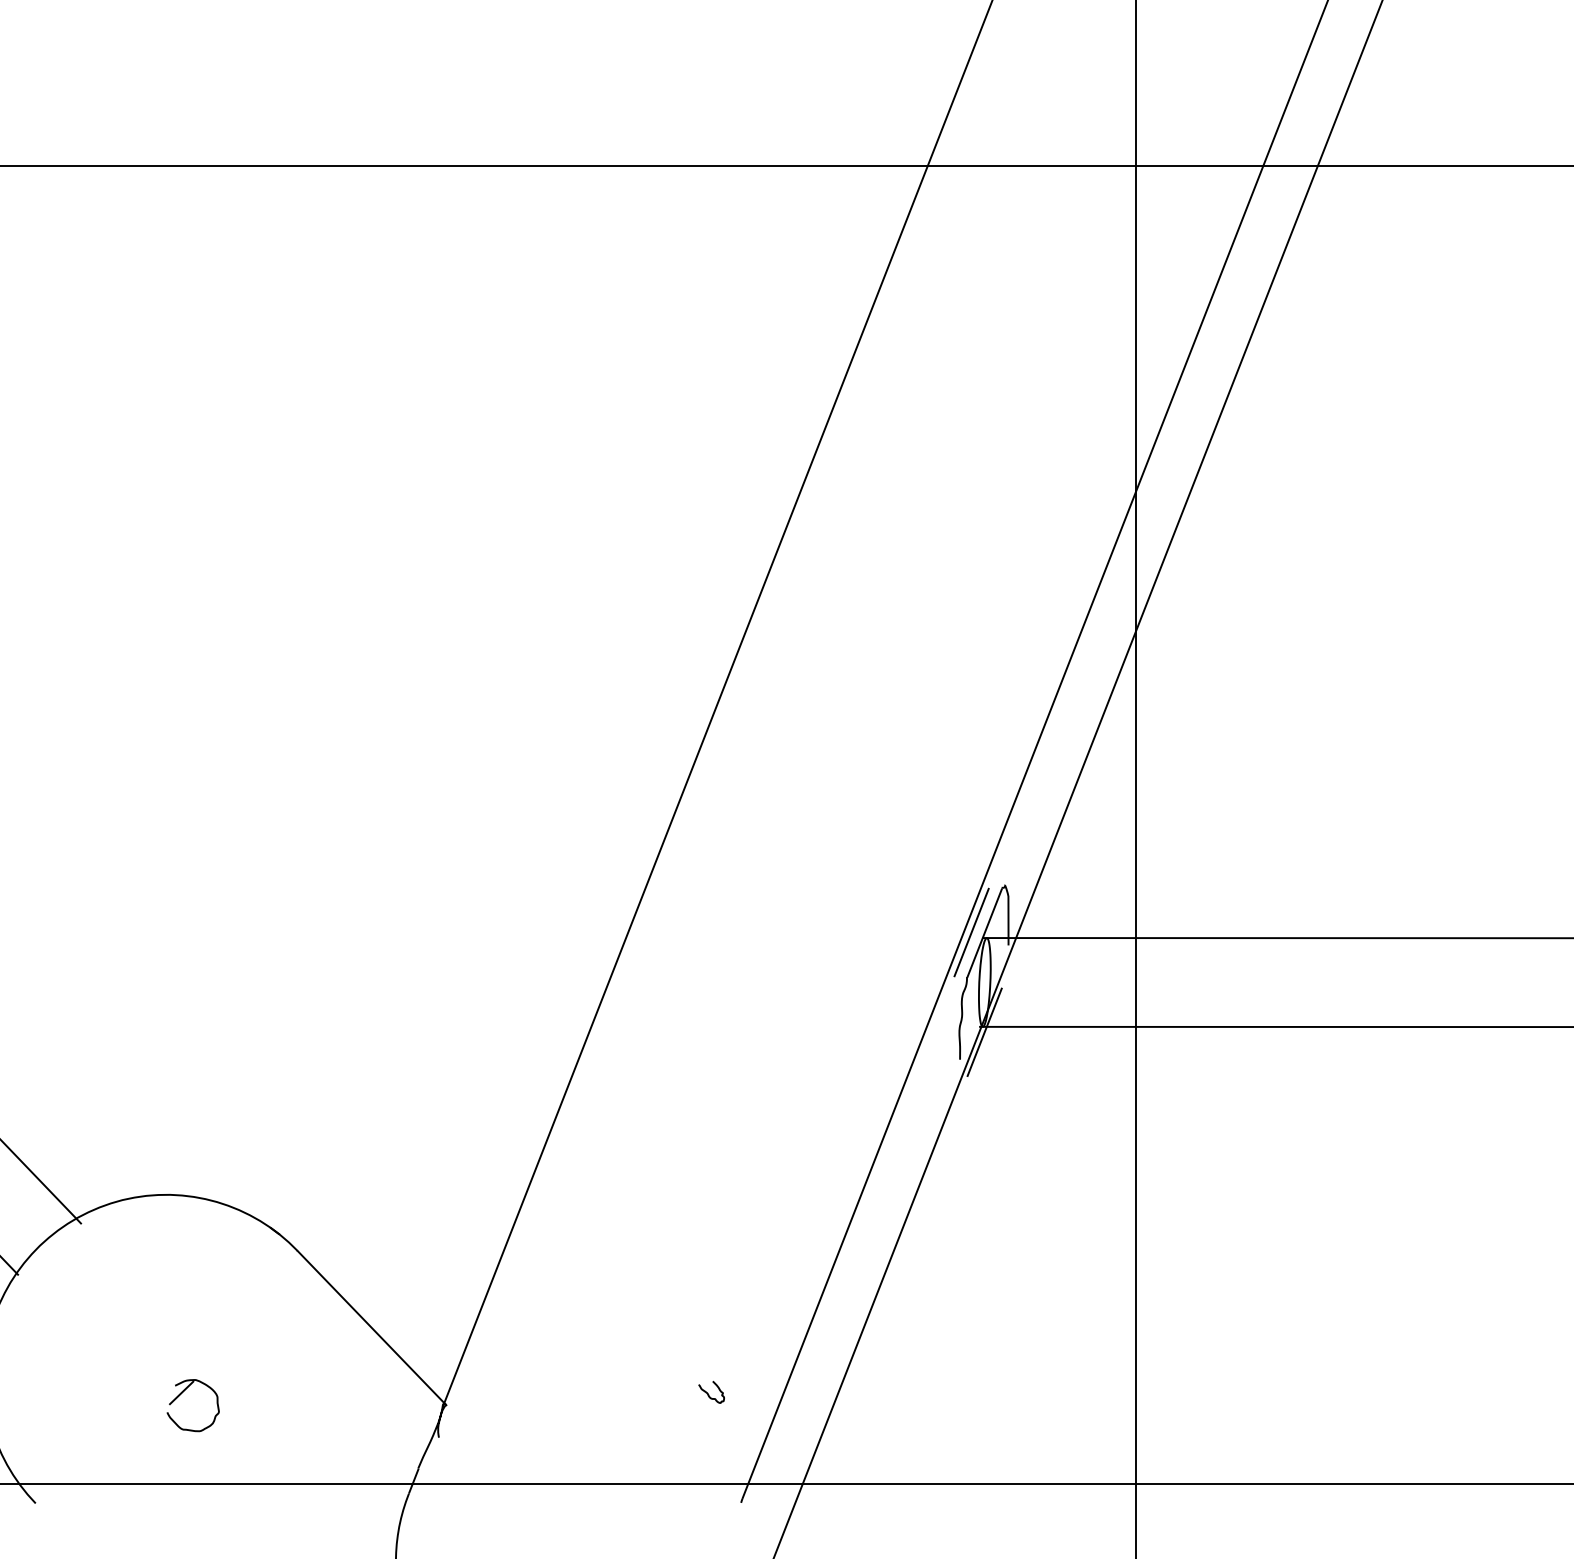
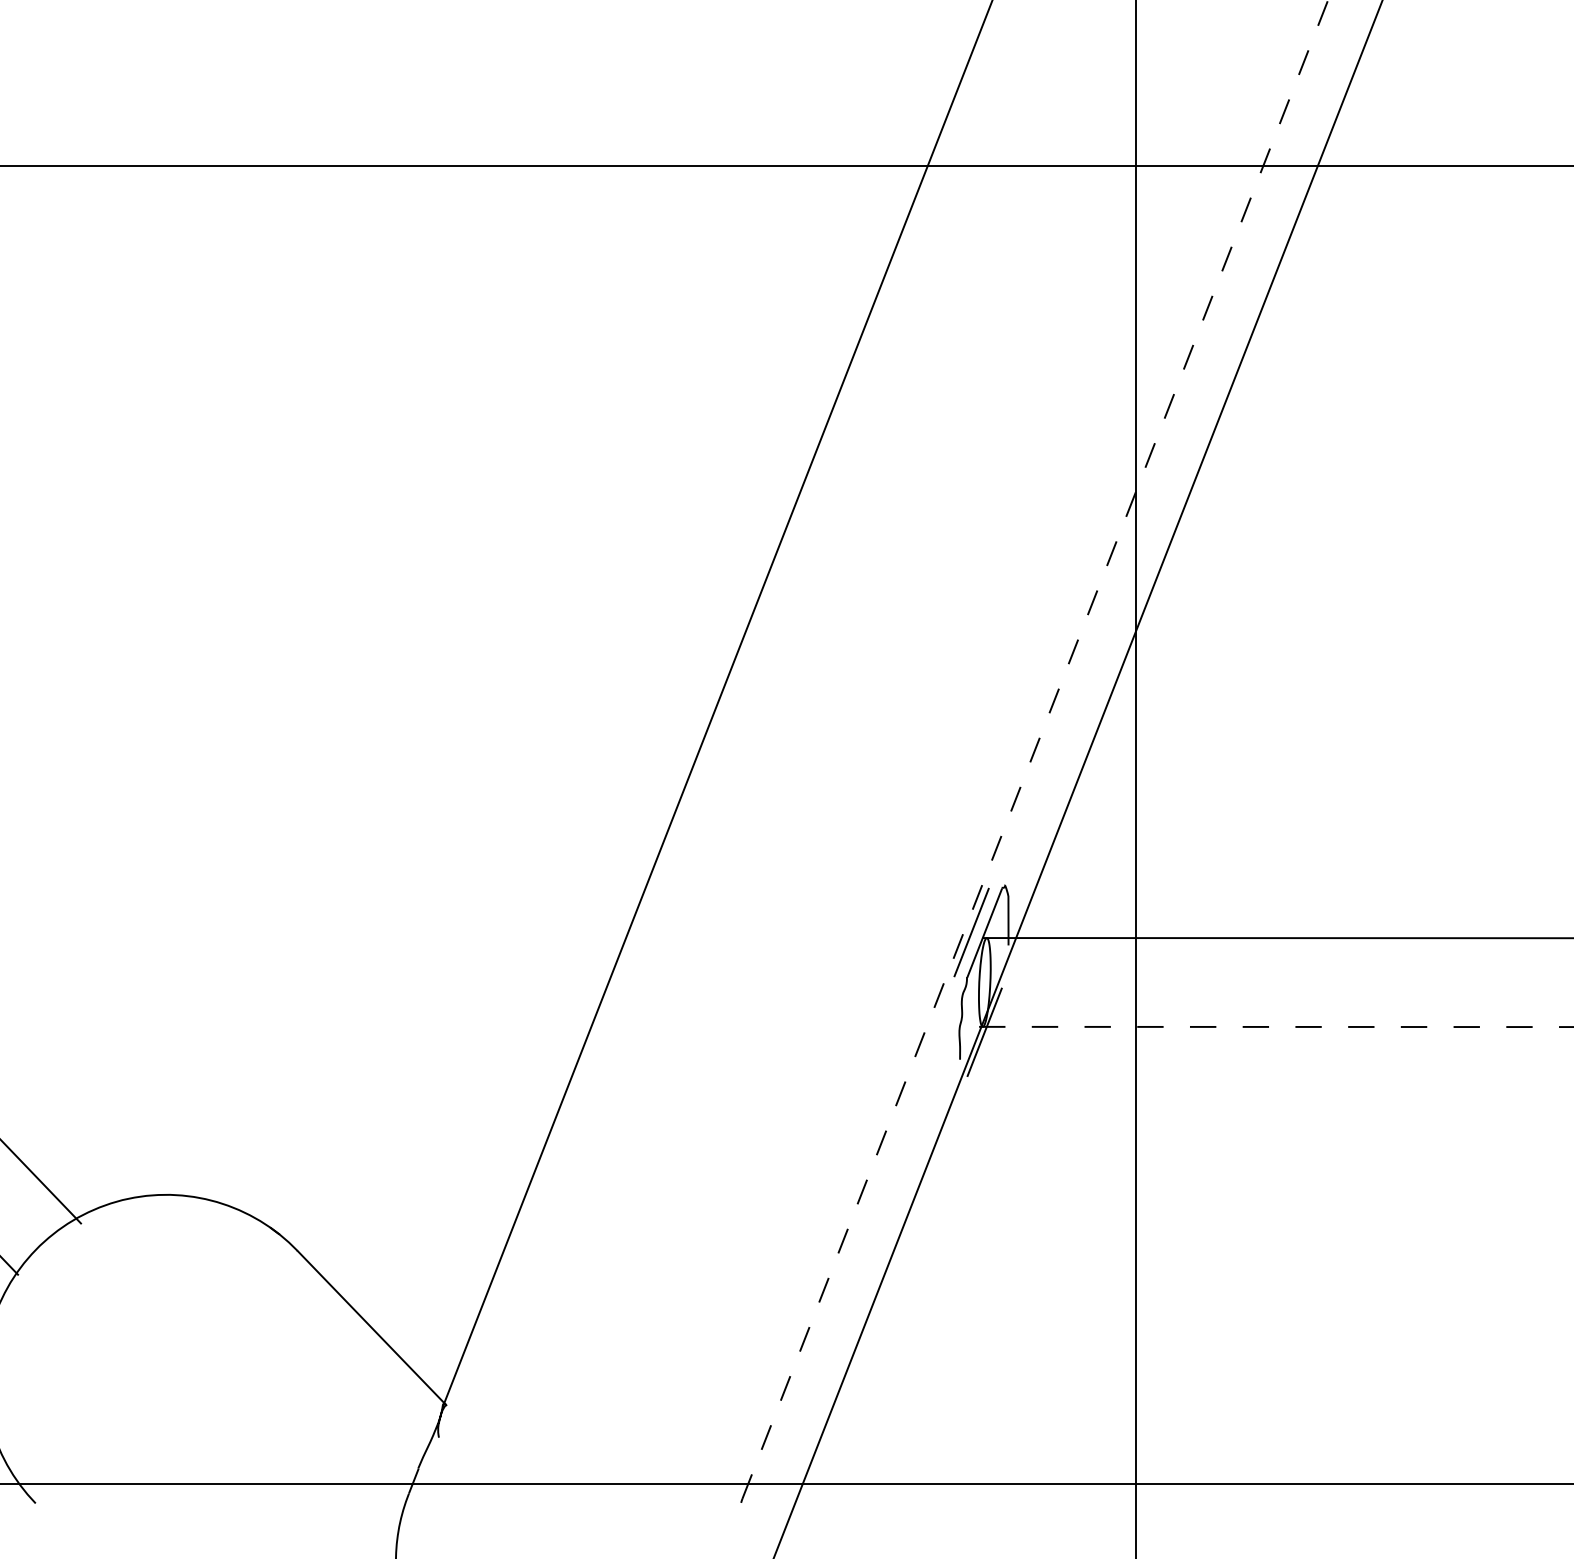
line at (1035, 749): solid -> dashed
line at (1277, 1026): solid -> dashed
part at (181, 1394): present -> none
curve at (709, 1394): present -> none
